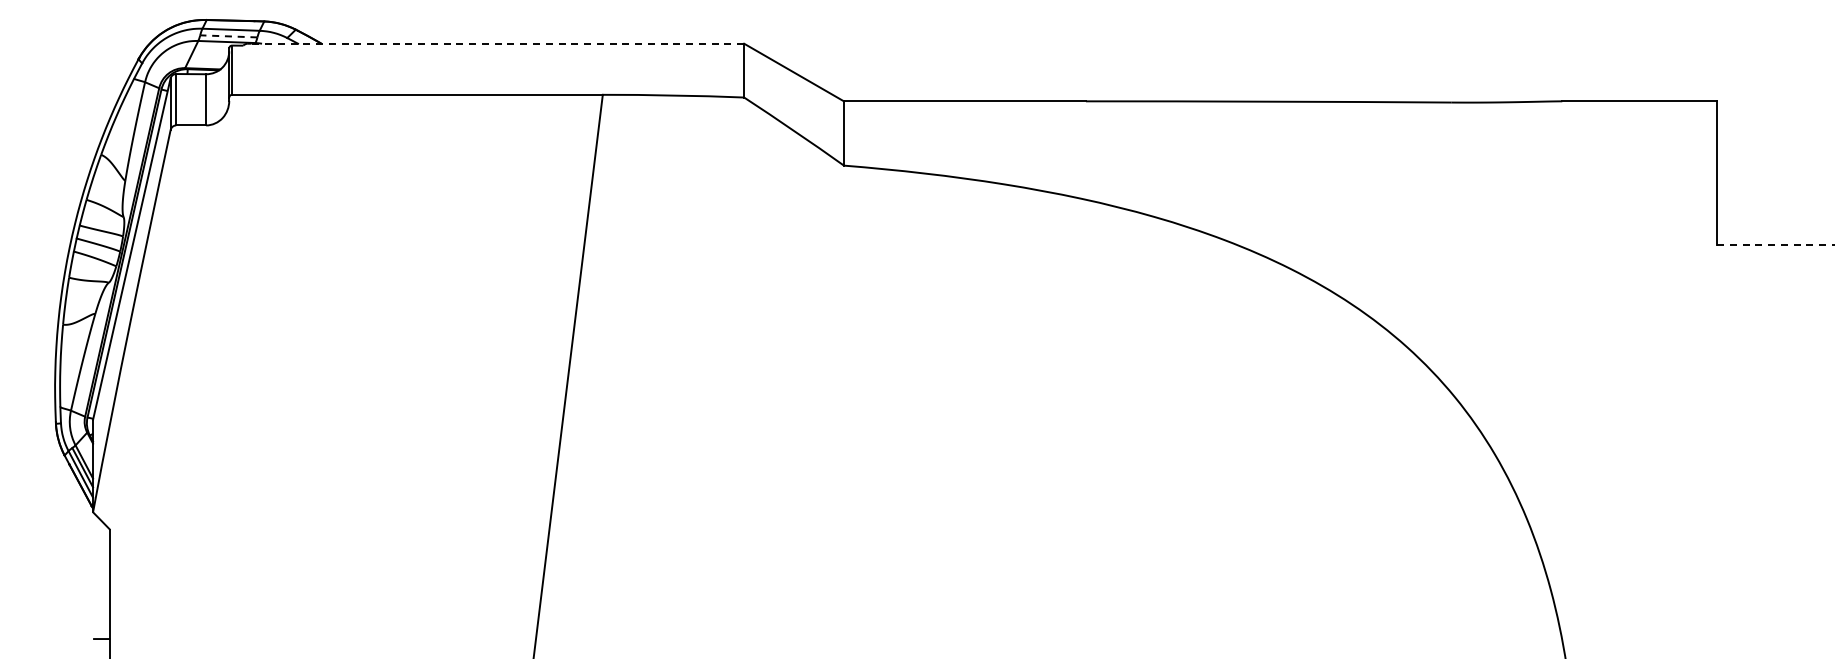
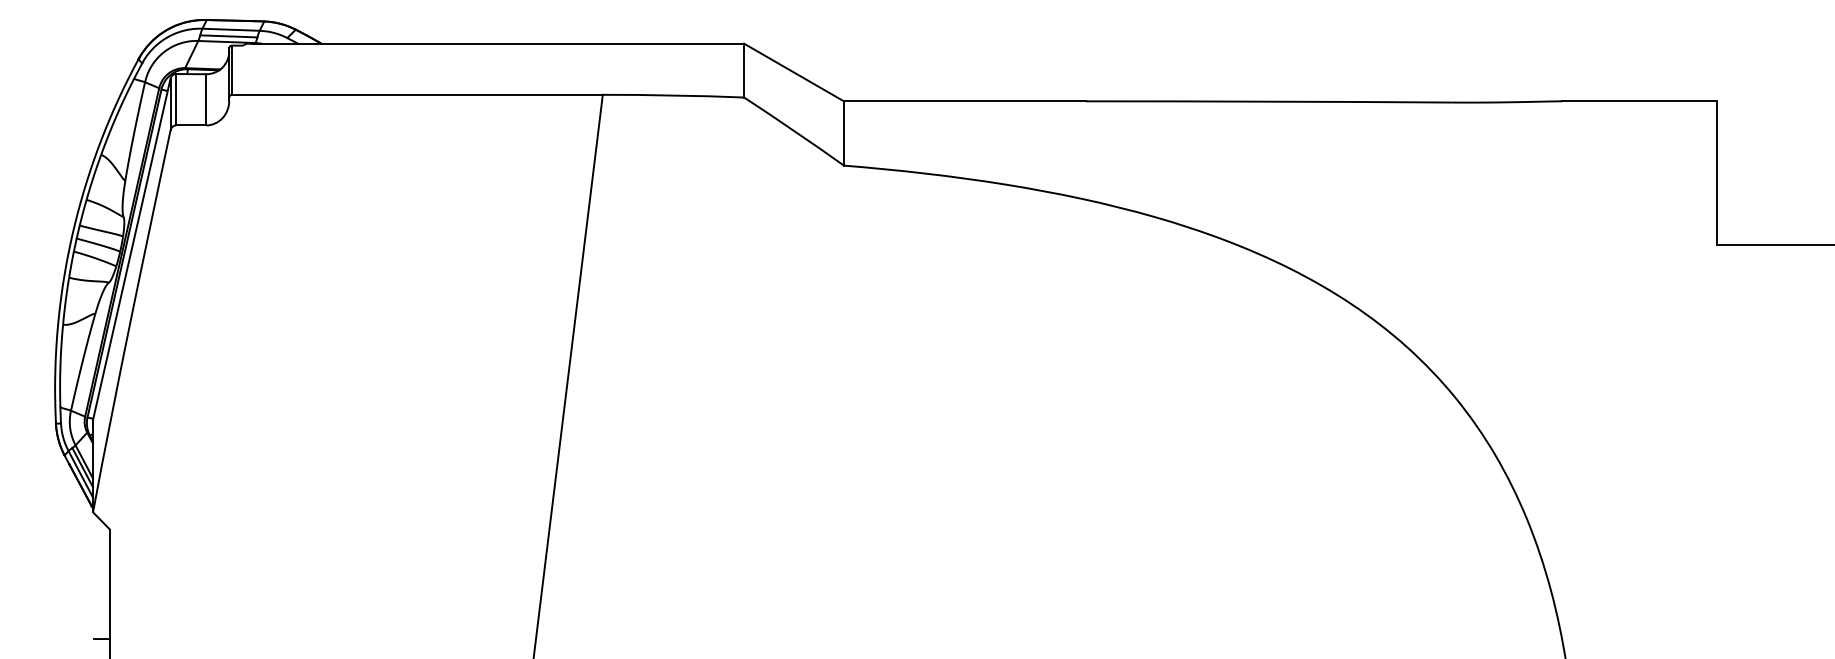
line at (228, 36): dashed -> solid
line at (497, 43): dashed -> solid
line at (1776, 245): dashed -> solid
